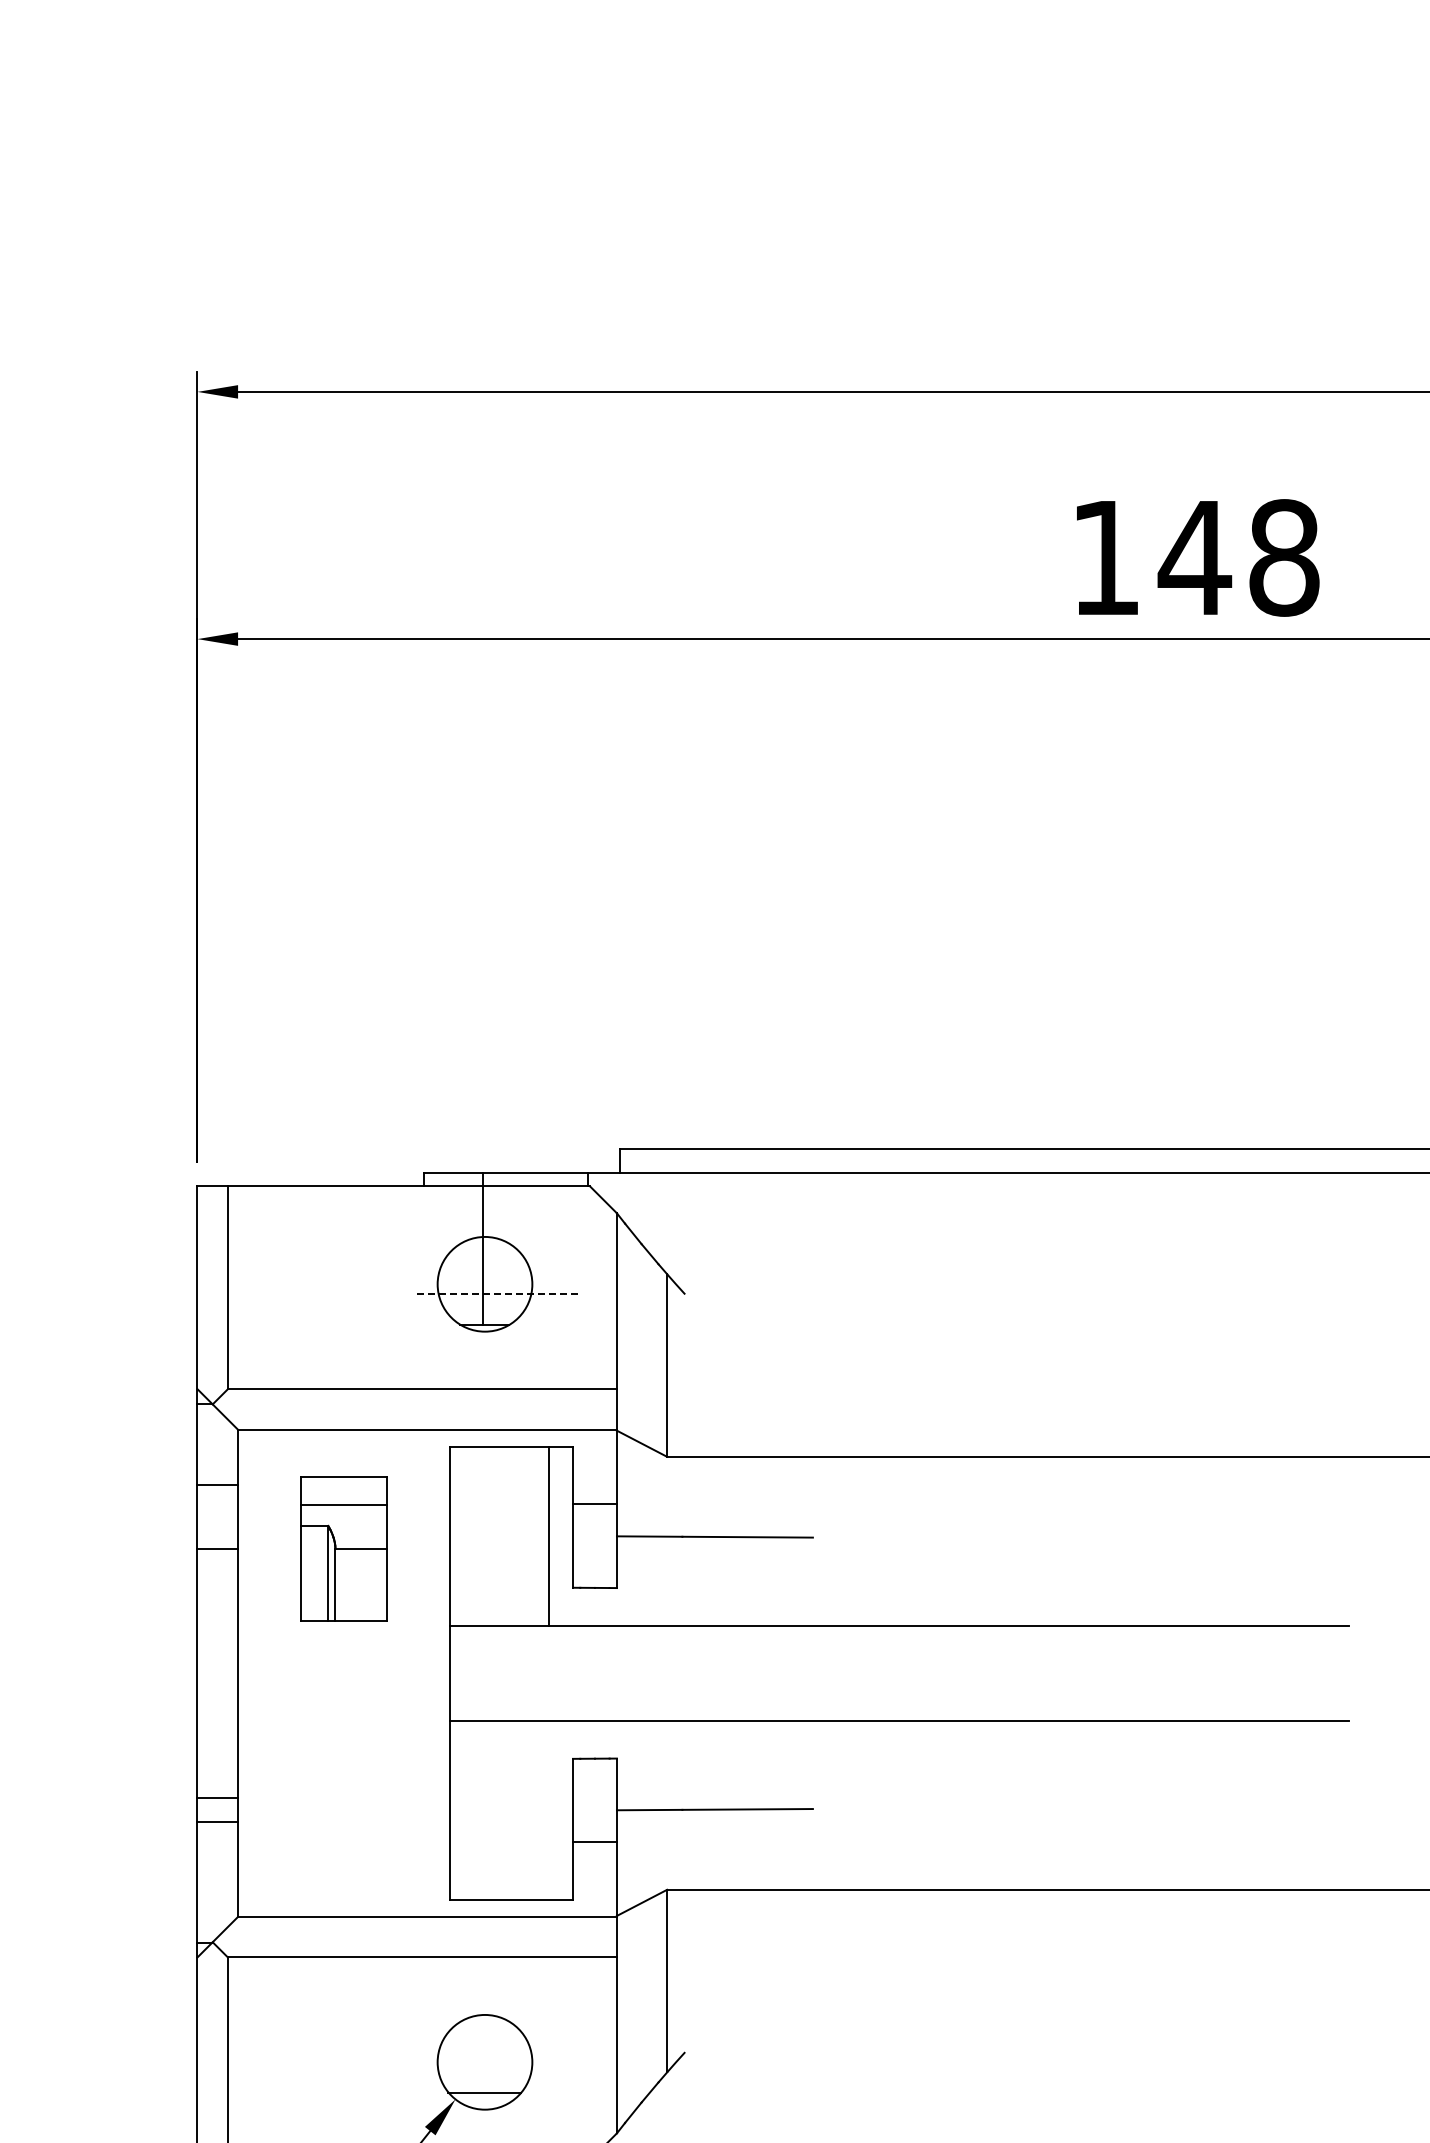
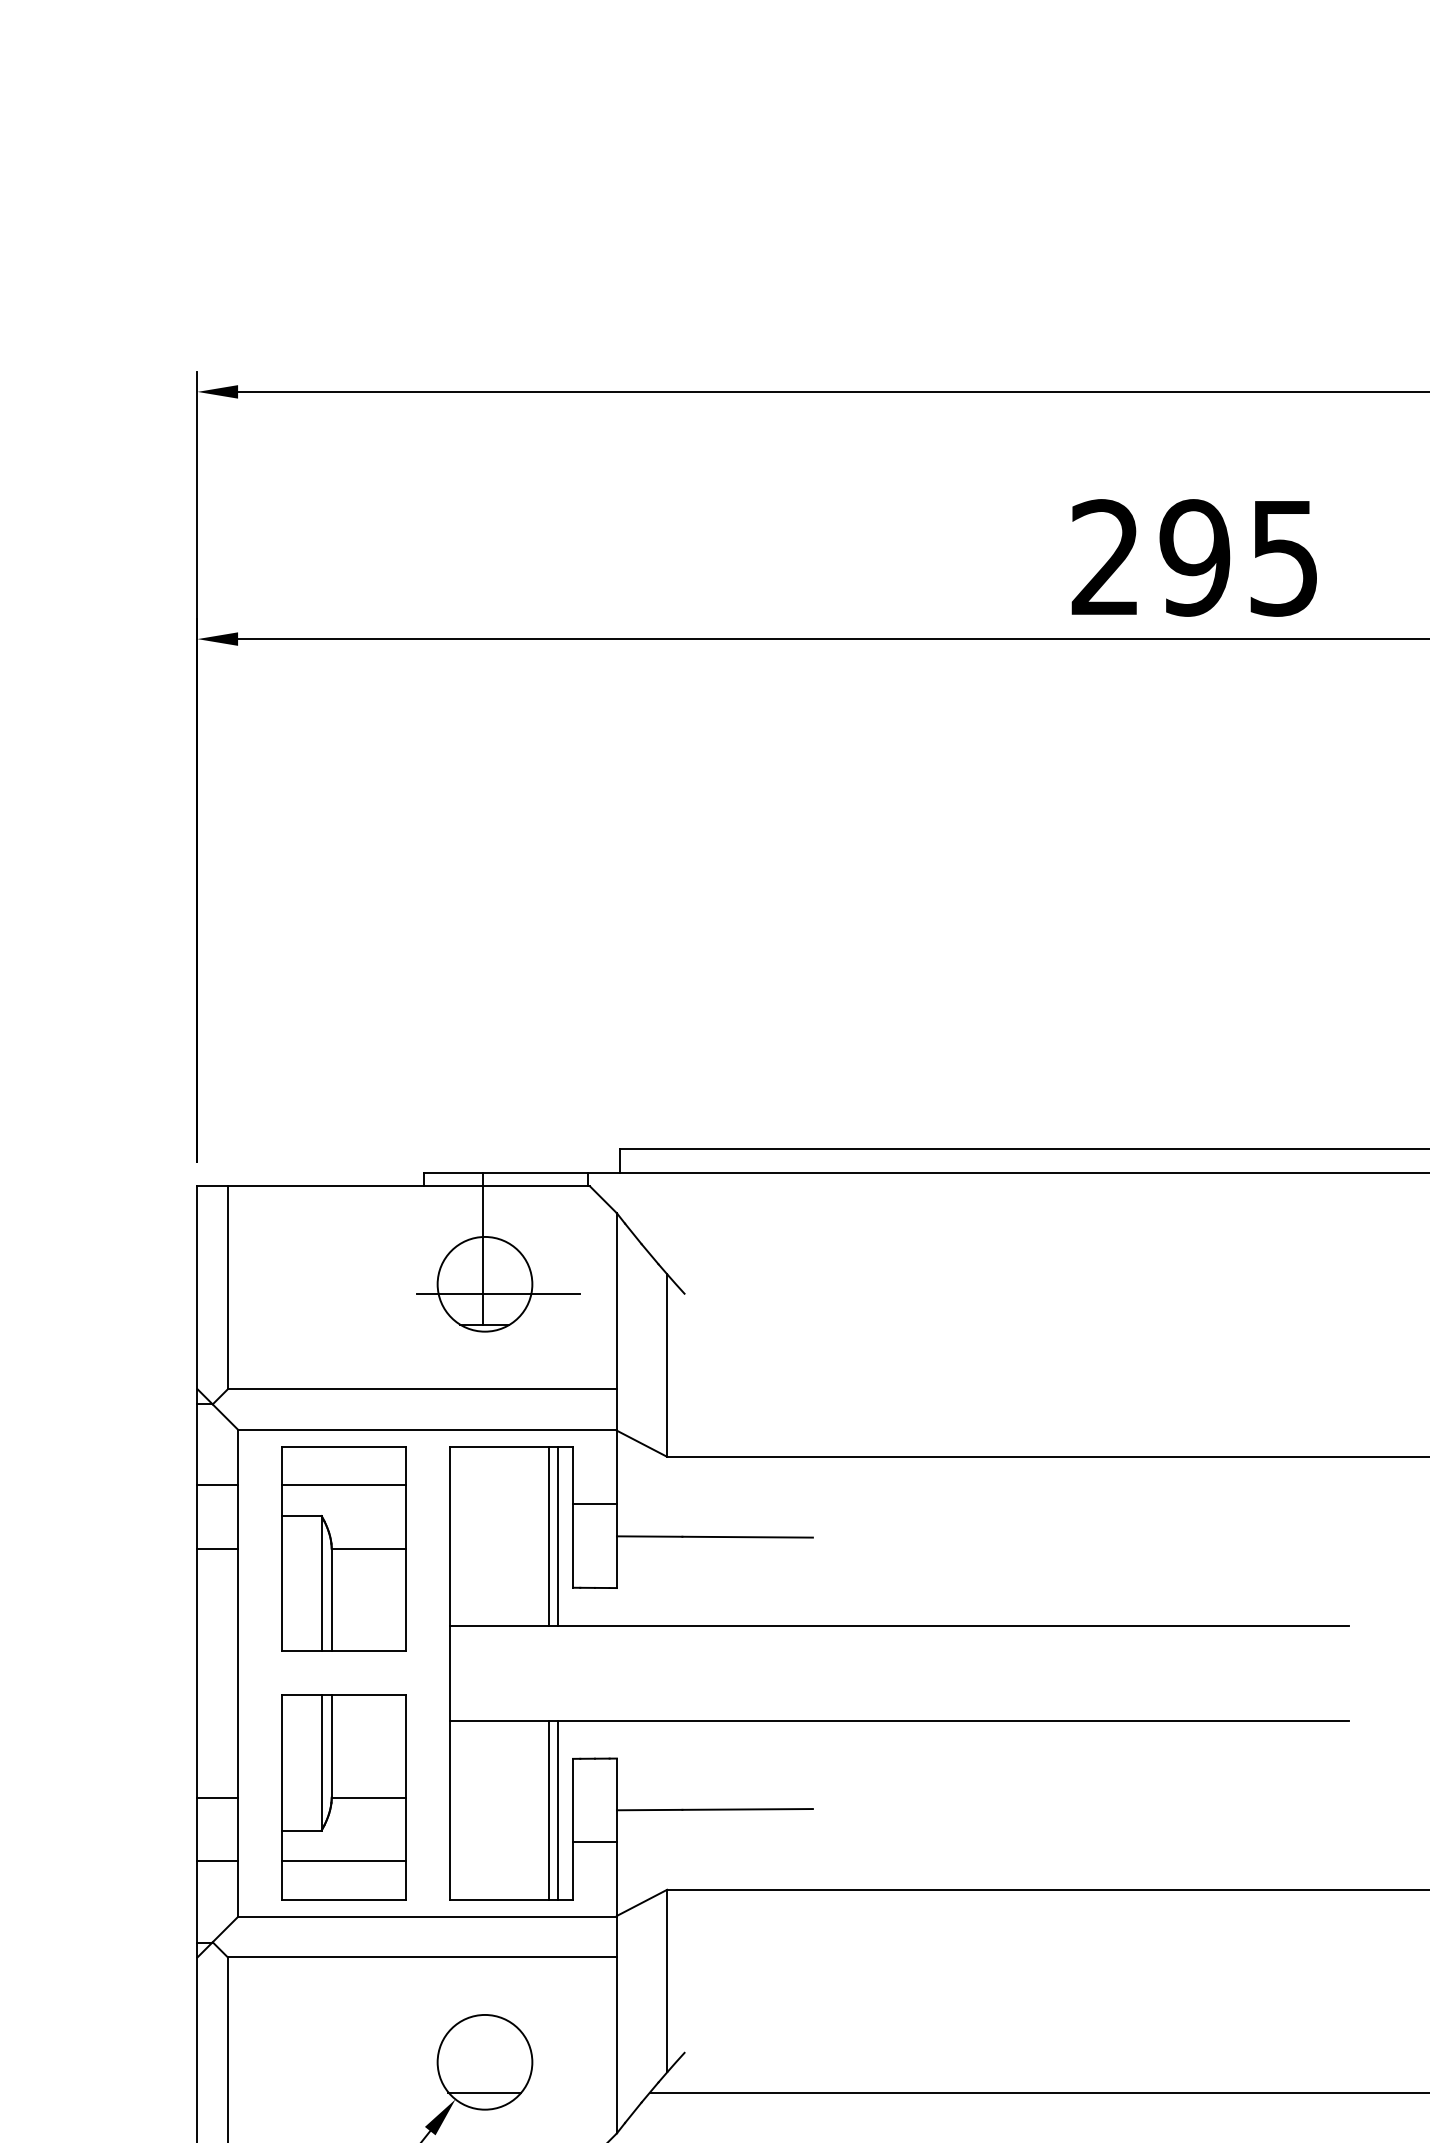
text at (1195, 557): 148 -> 295
line at (499, 1294): dashed -> solid
line at (558, 1535): none -> present
part at (343, 1548) size: 88x146 px -> 126x206 px
part at (343, 1797): none -> present
line at (549, 1809): none -> present
line at (558, 1809): none -> present
line at (217, 1822) position: (217, 1822) -> (217, 1861)
line at (1037, 2092): none -> present
